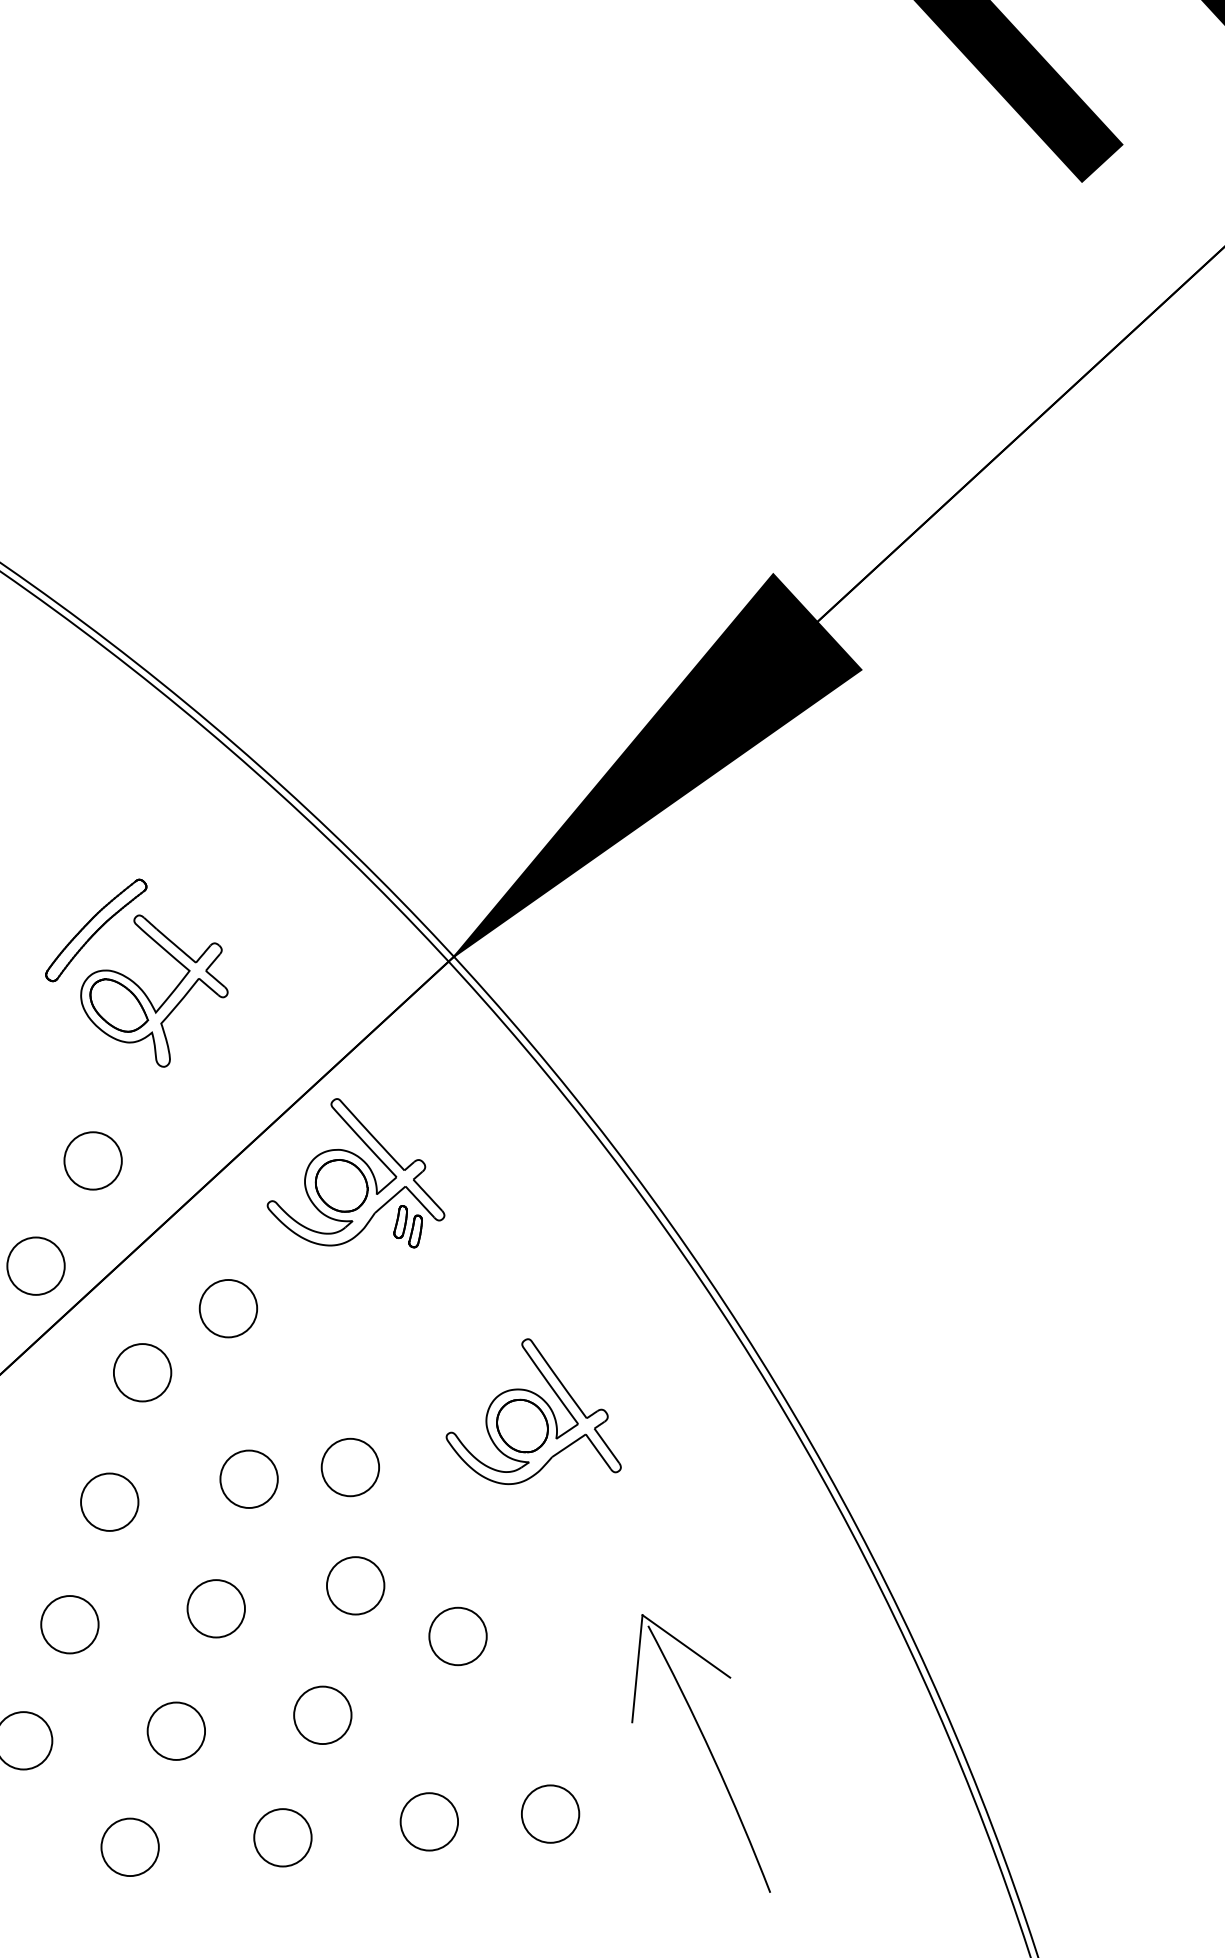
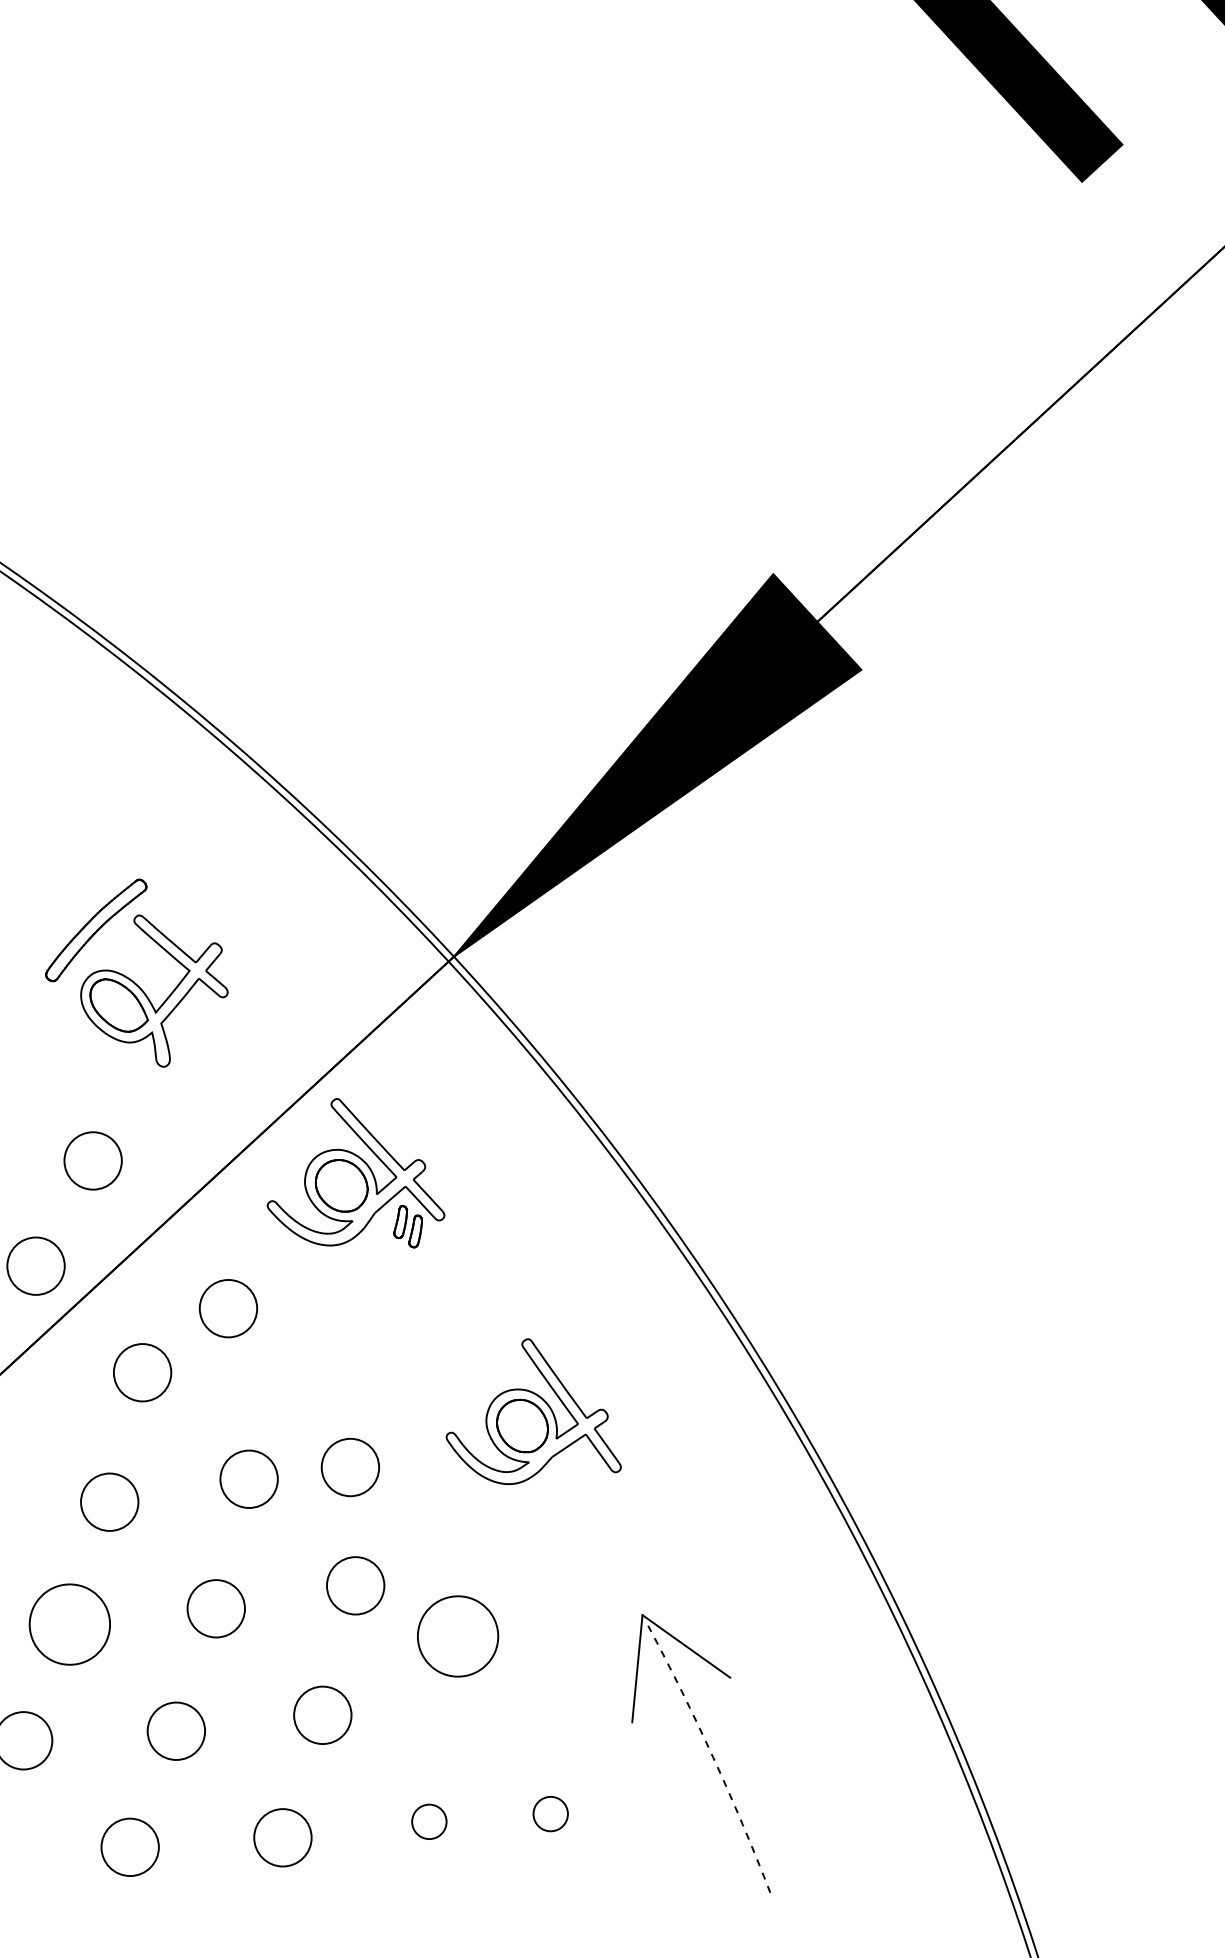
circle at (69, 1624) size: 60x60 px -> 83x83 px
circle at (457, 1636) diameter: 57 px -> 80 px
arc at (713, 1757): solid -> dashed
circle at (550, 1813) size: 60x60 px -> 37x37 px
circle at (429, 1821) diameter: 57 px -> 34 px
